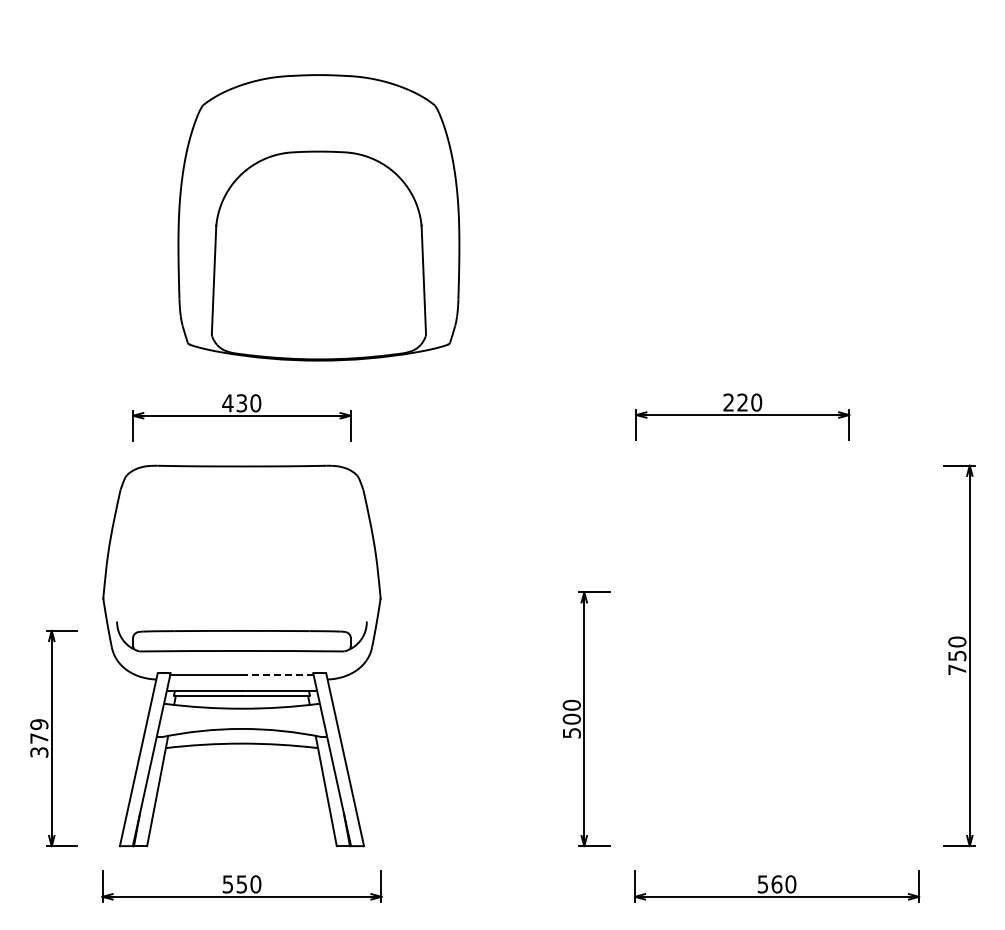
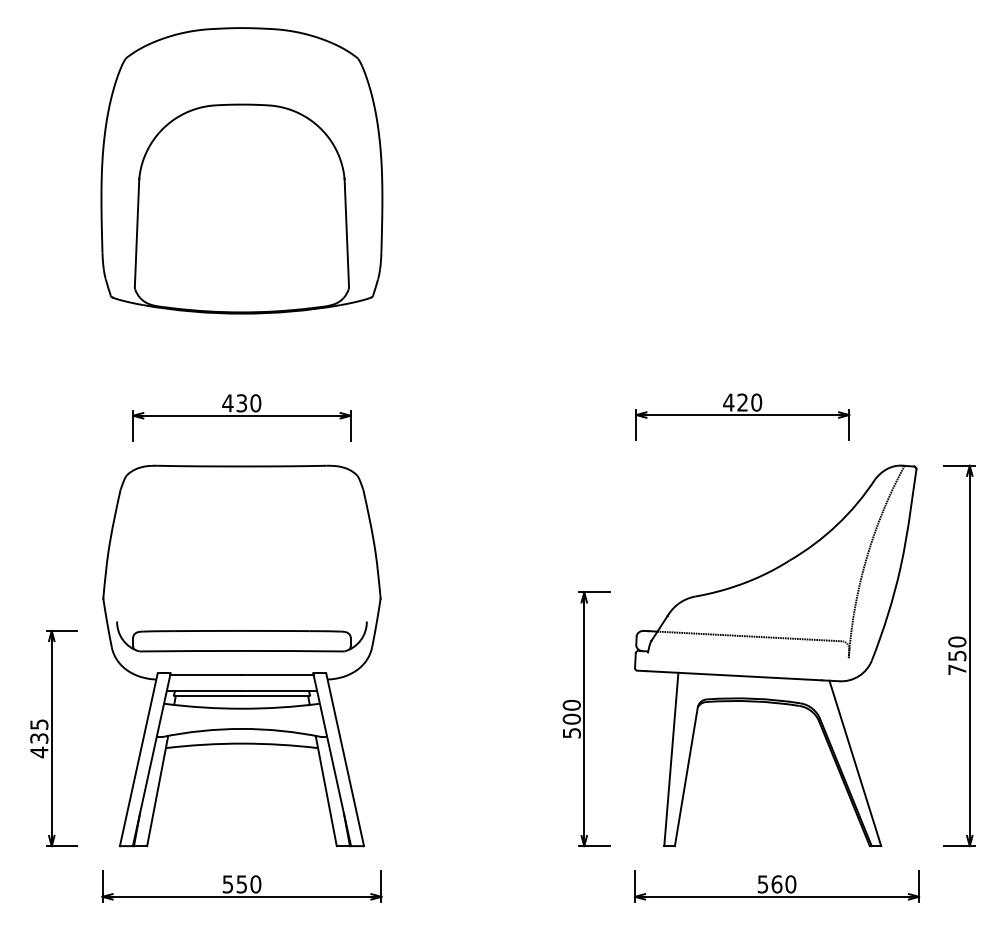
part at (318, 217) position: (318, 217) -> (241, 170)
text at (728, 402): 220 -> 420
part at (775, 655): none -> present
line at (277, 674): dashed -> solid
text at (39, 738): 379 -> 435
